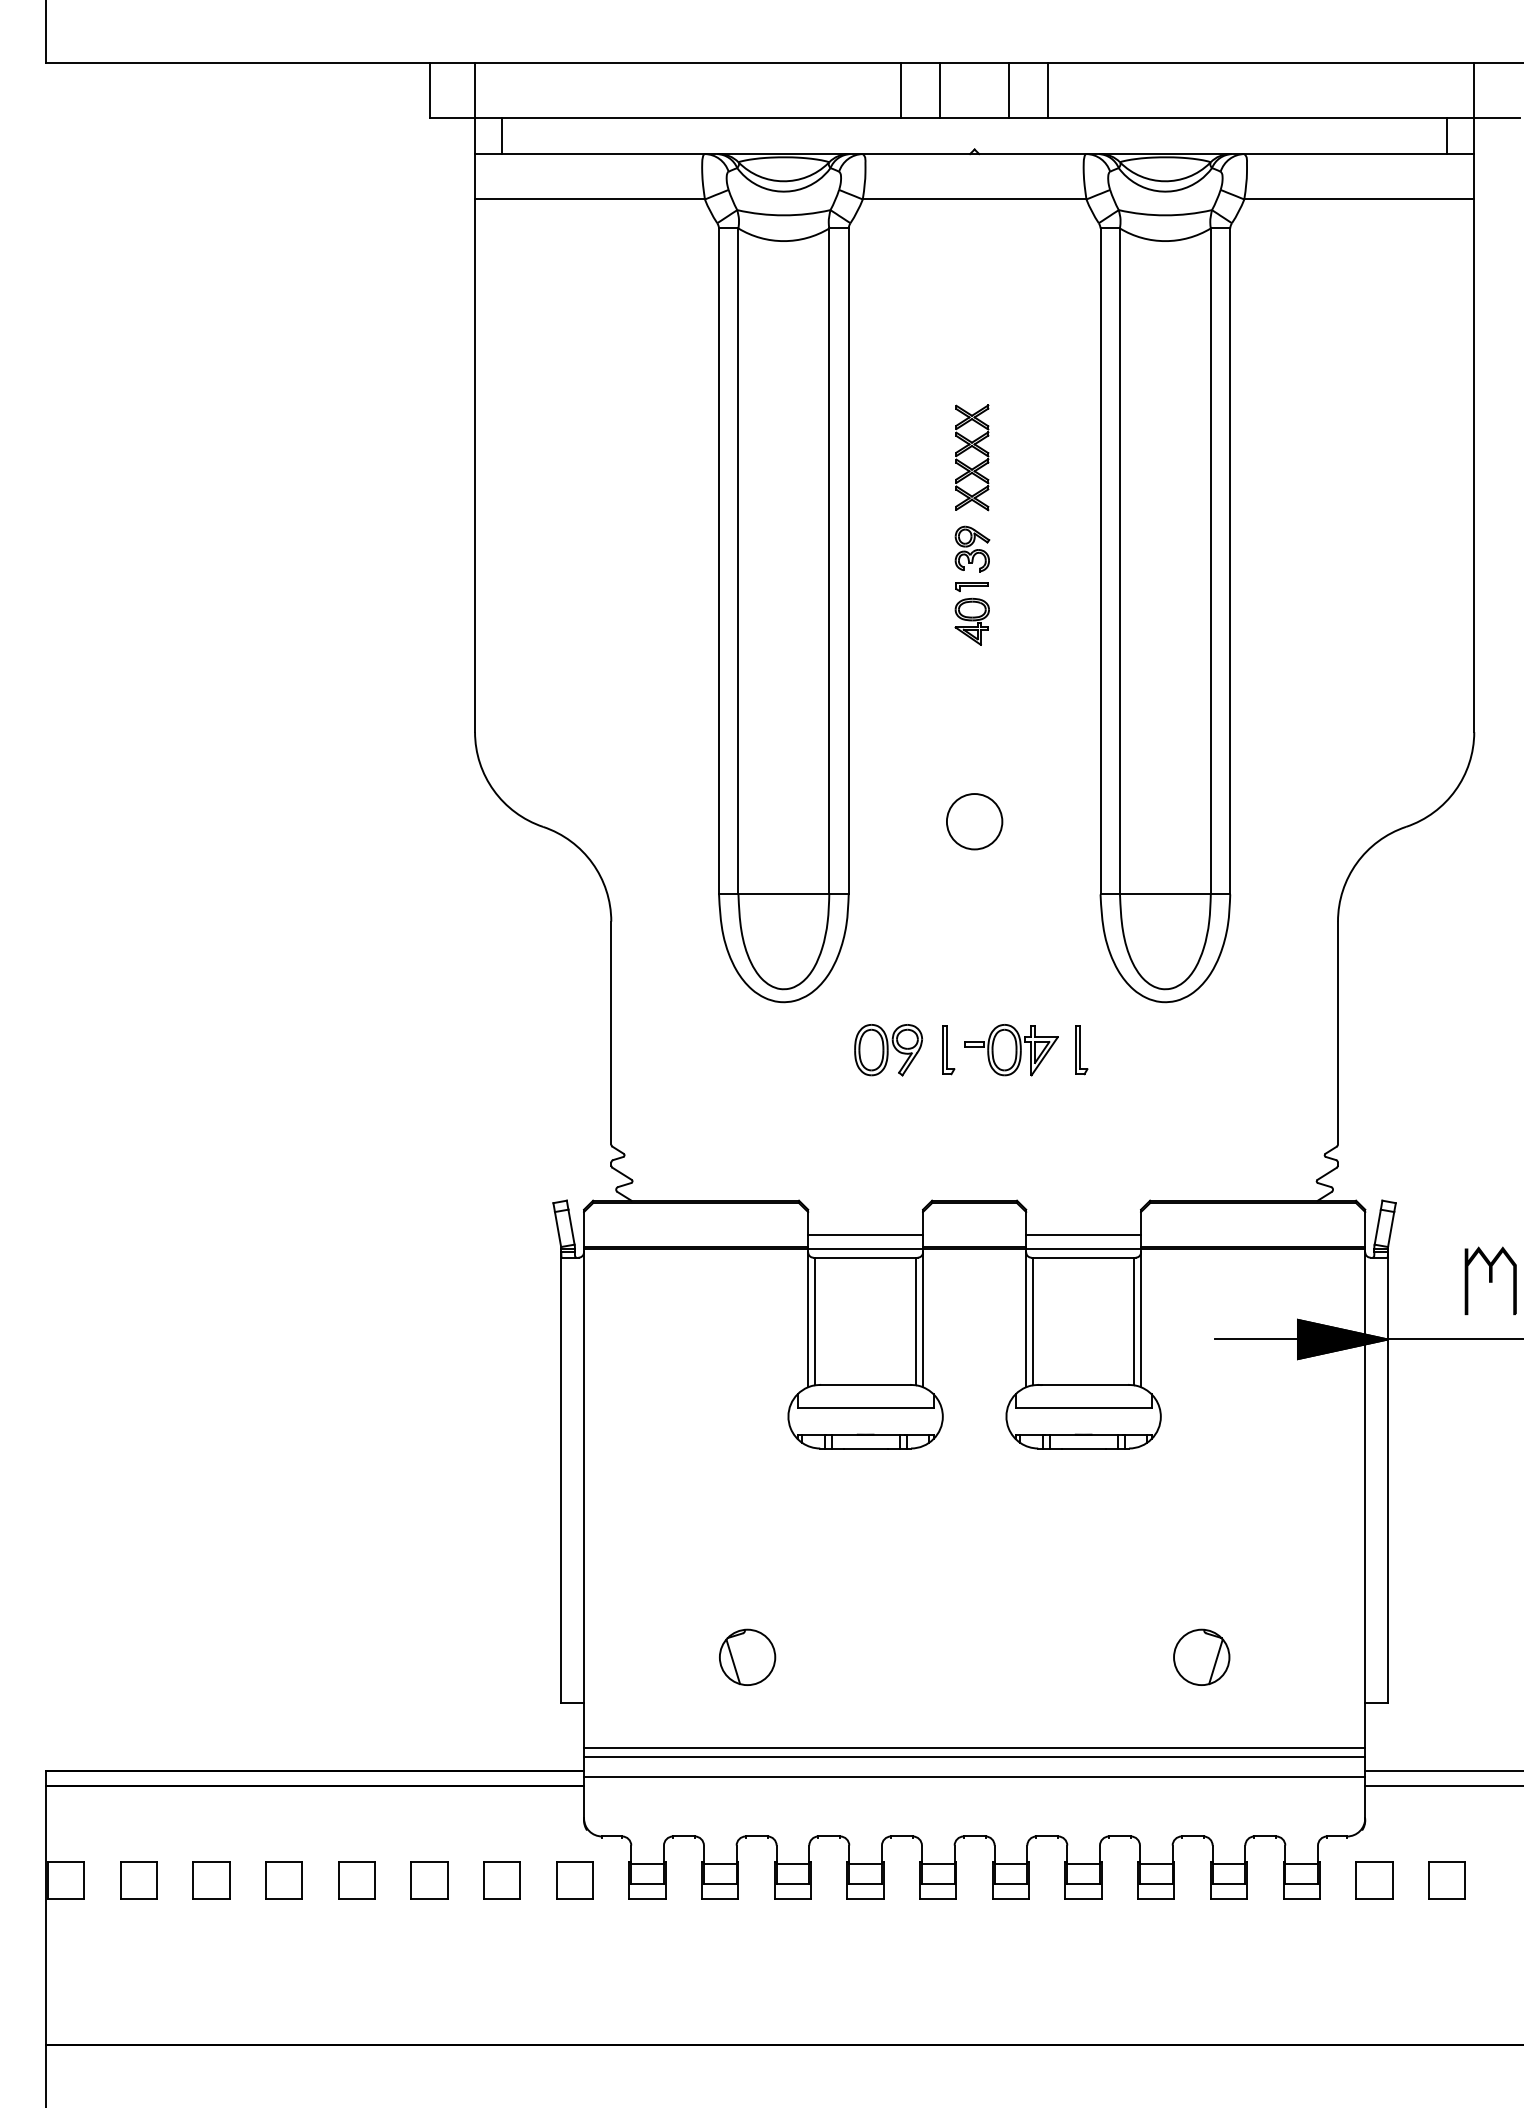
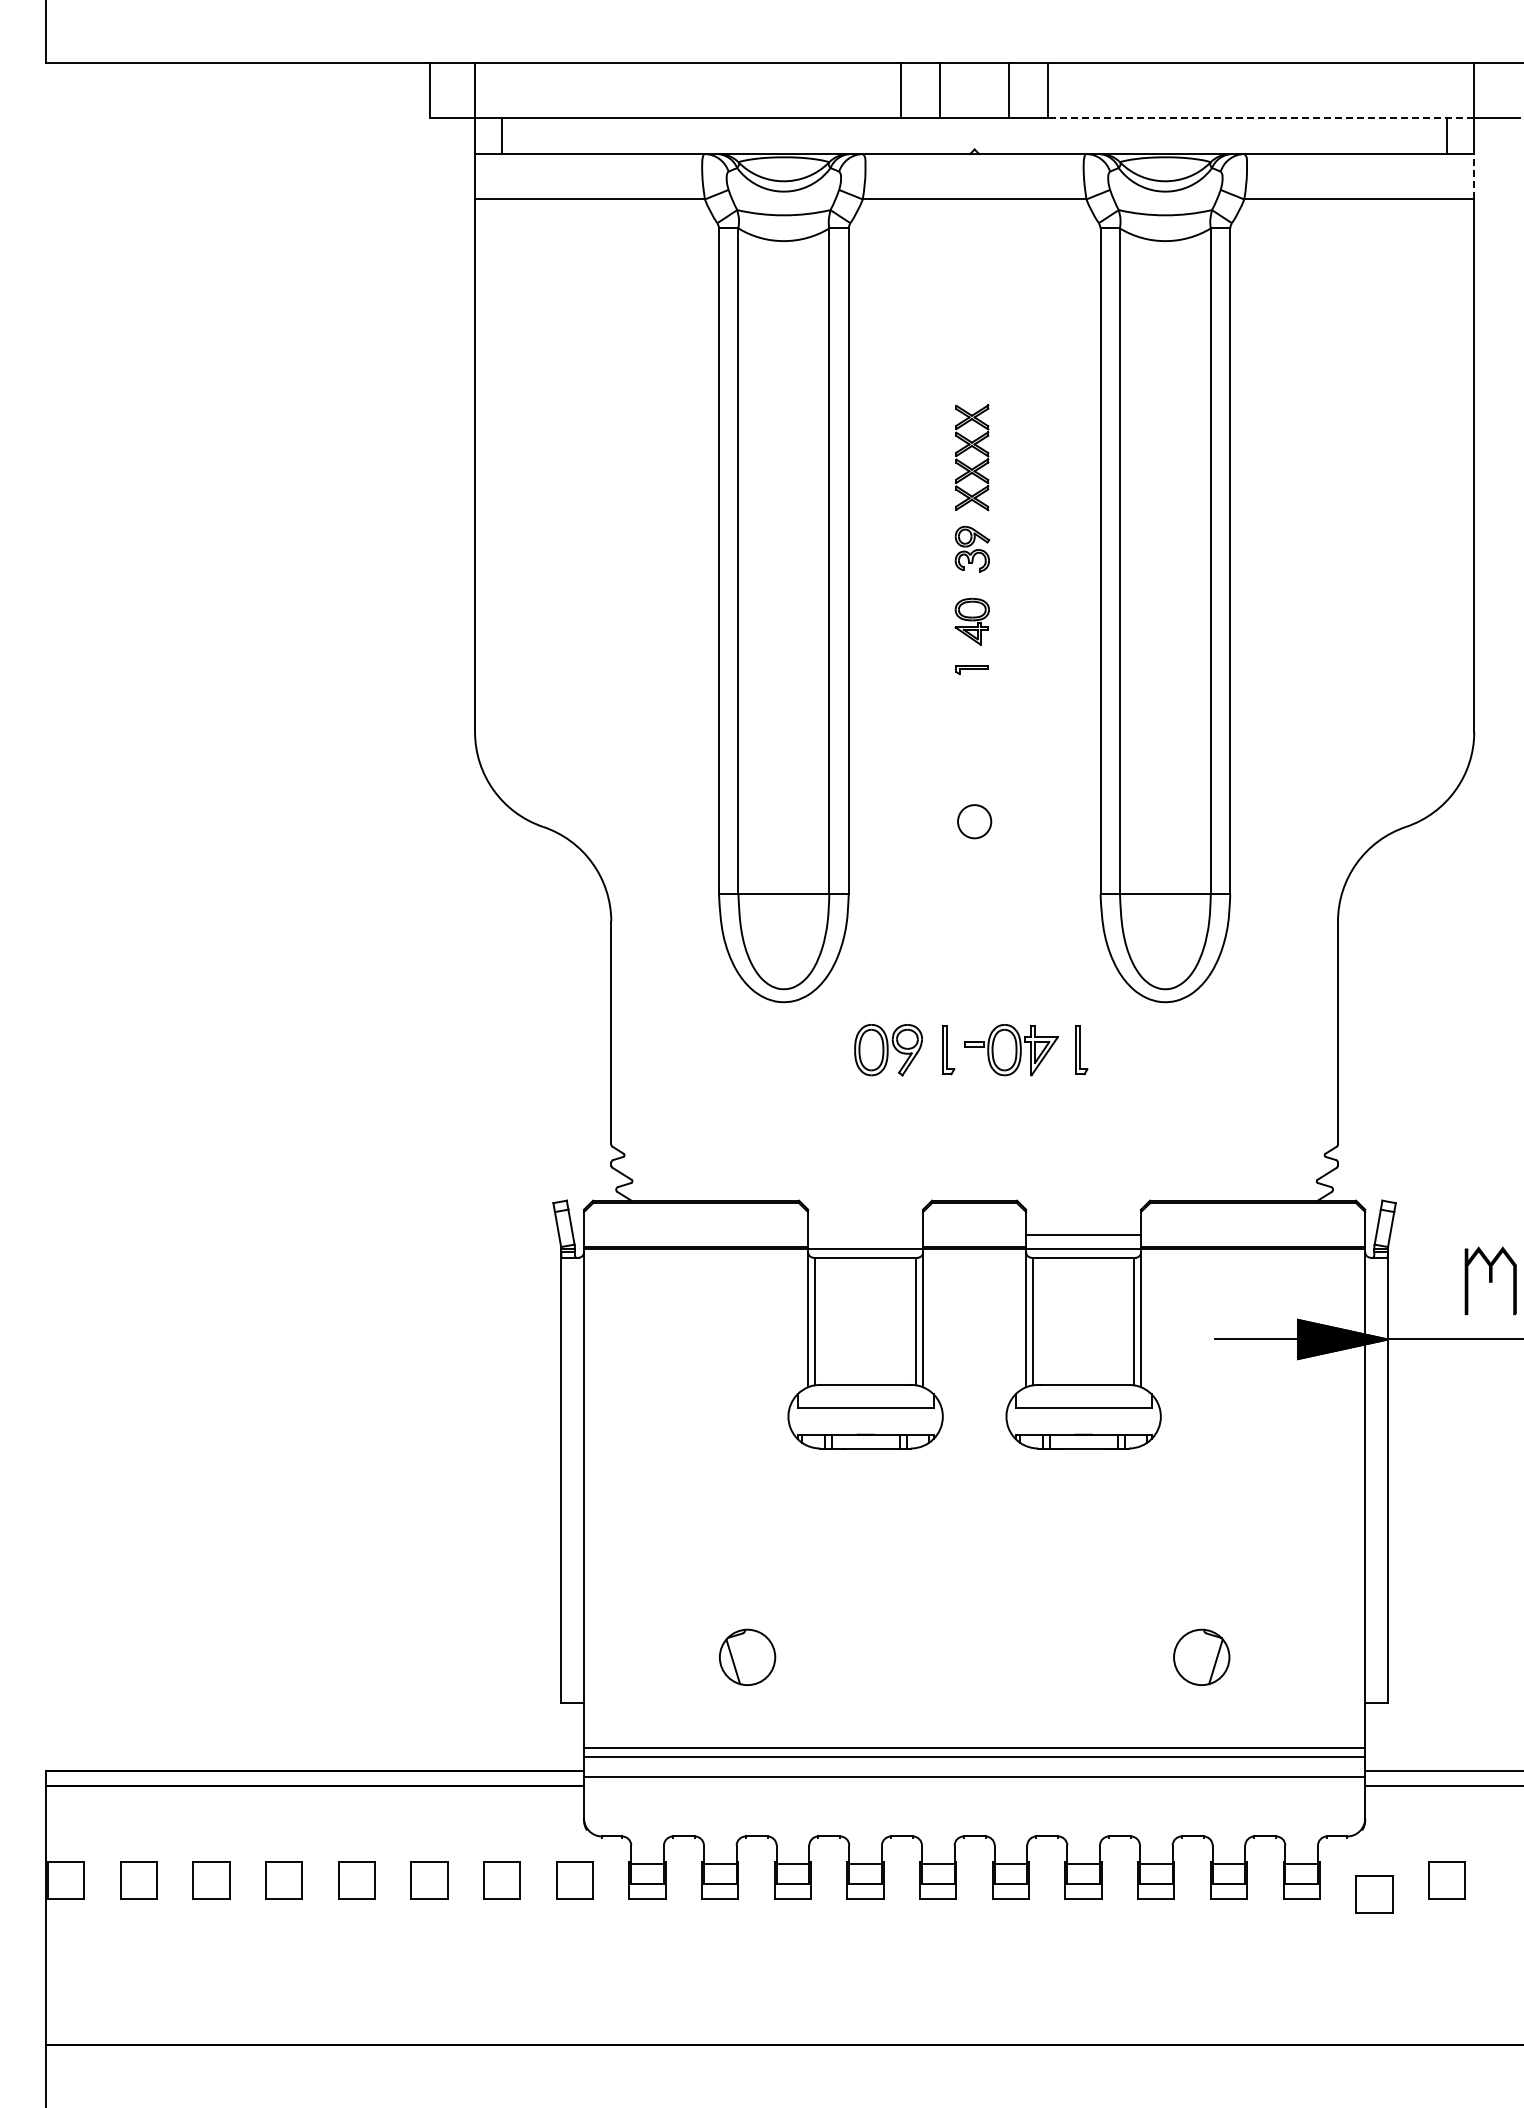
line at (1260, 117): solid -> dashed
line at (1474, 176): solid -> dashed
part at (971, 586) position: (971, 586) -> (971, 669)
circle at (974, 821) diameter: 55 px -> 33 px
line at (865, 1235): present -> none
part at (1374, 1880) position: (1374, 1880) -> (1374, 1894)
